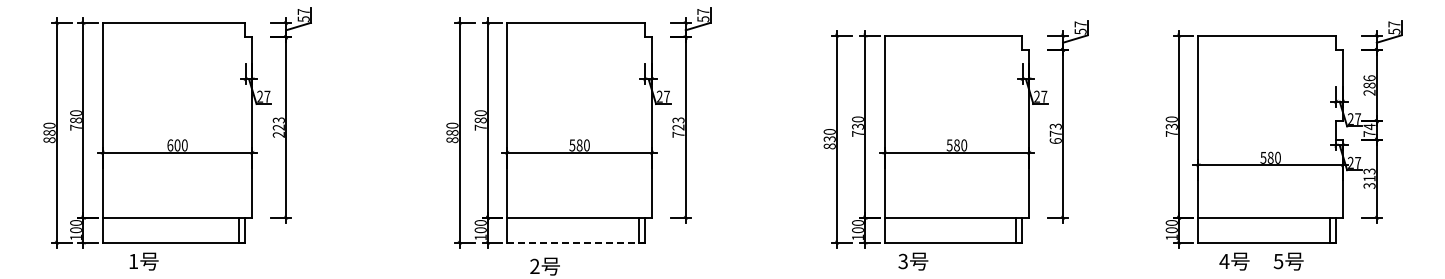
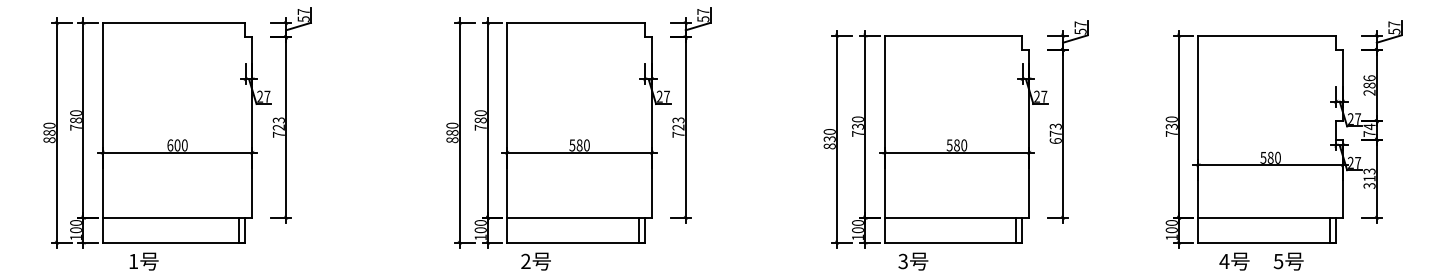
text at (278, 134): 223 -> 723
line at (575, 242): dashed -> solid
text at (544, 266) position: (544, 266) -> (535, 261)
